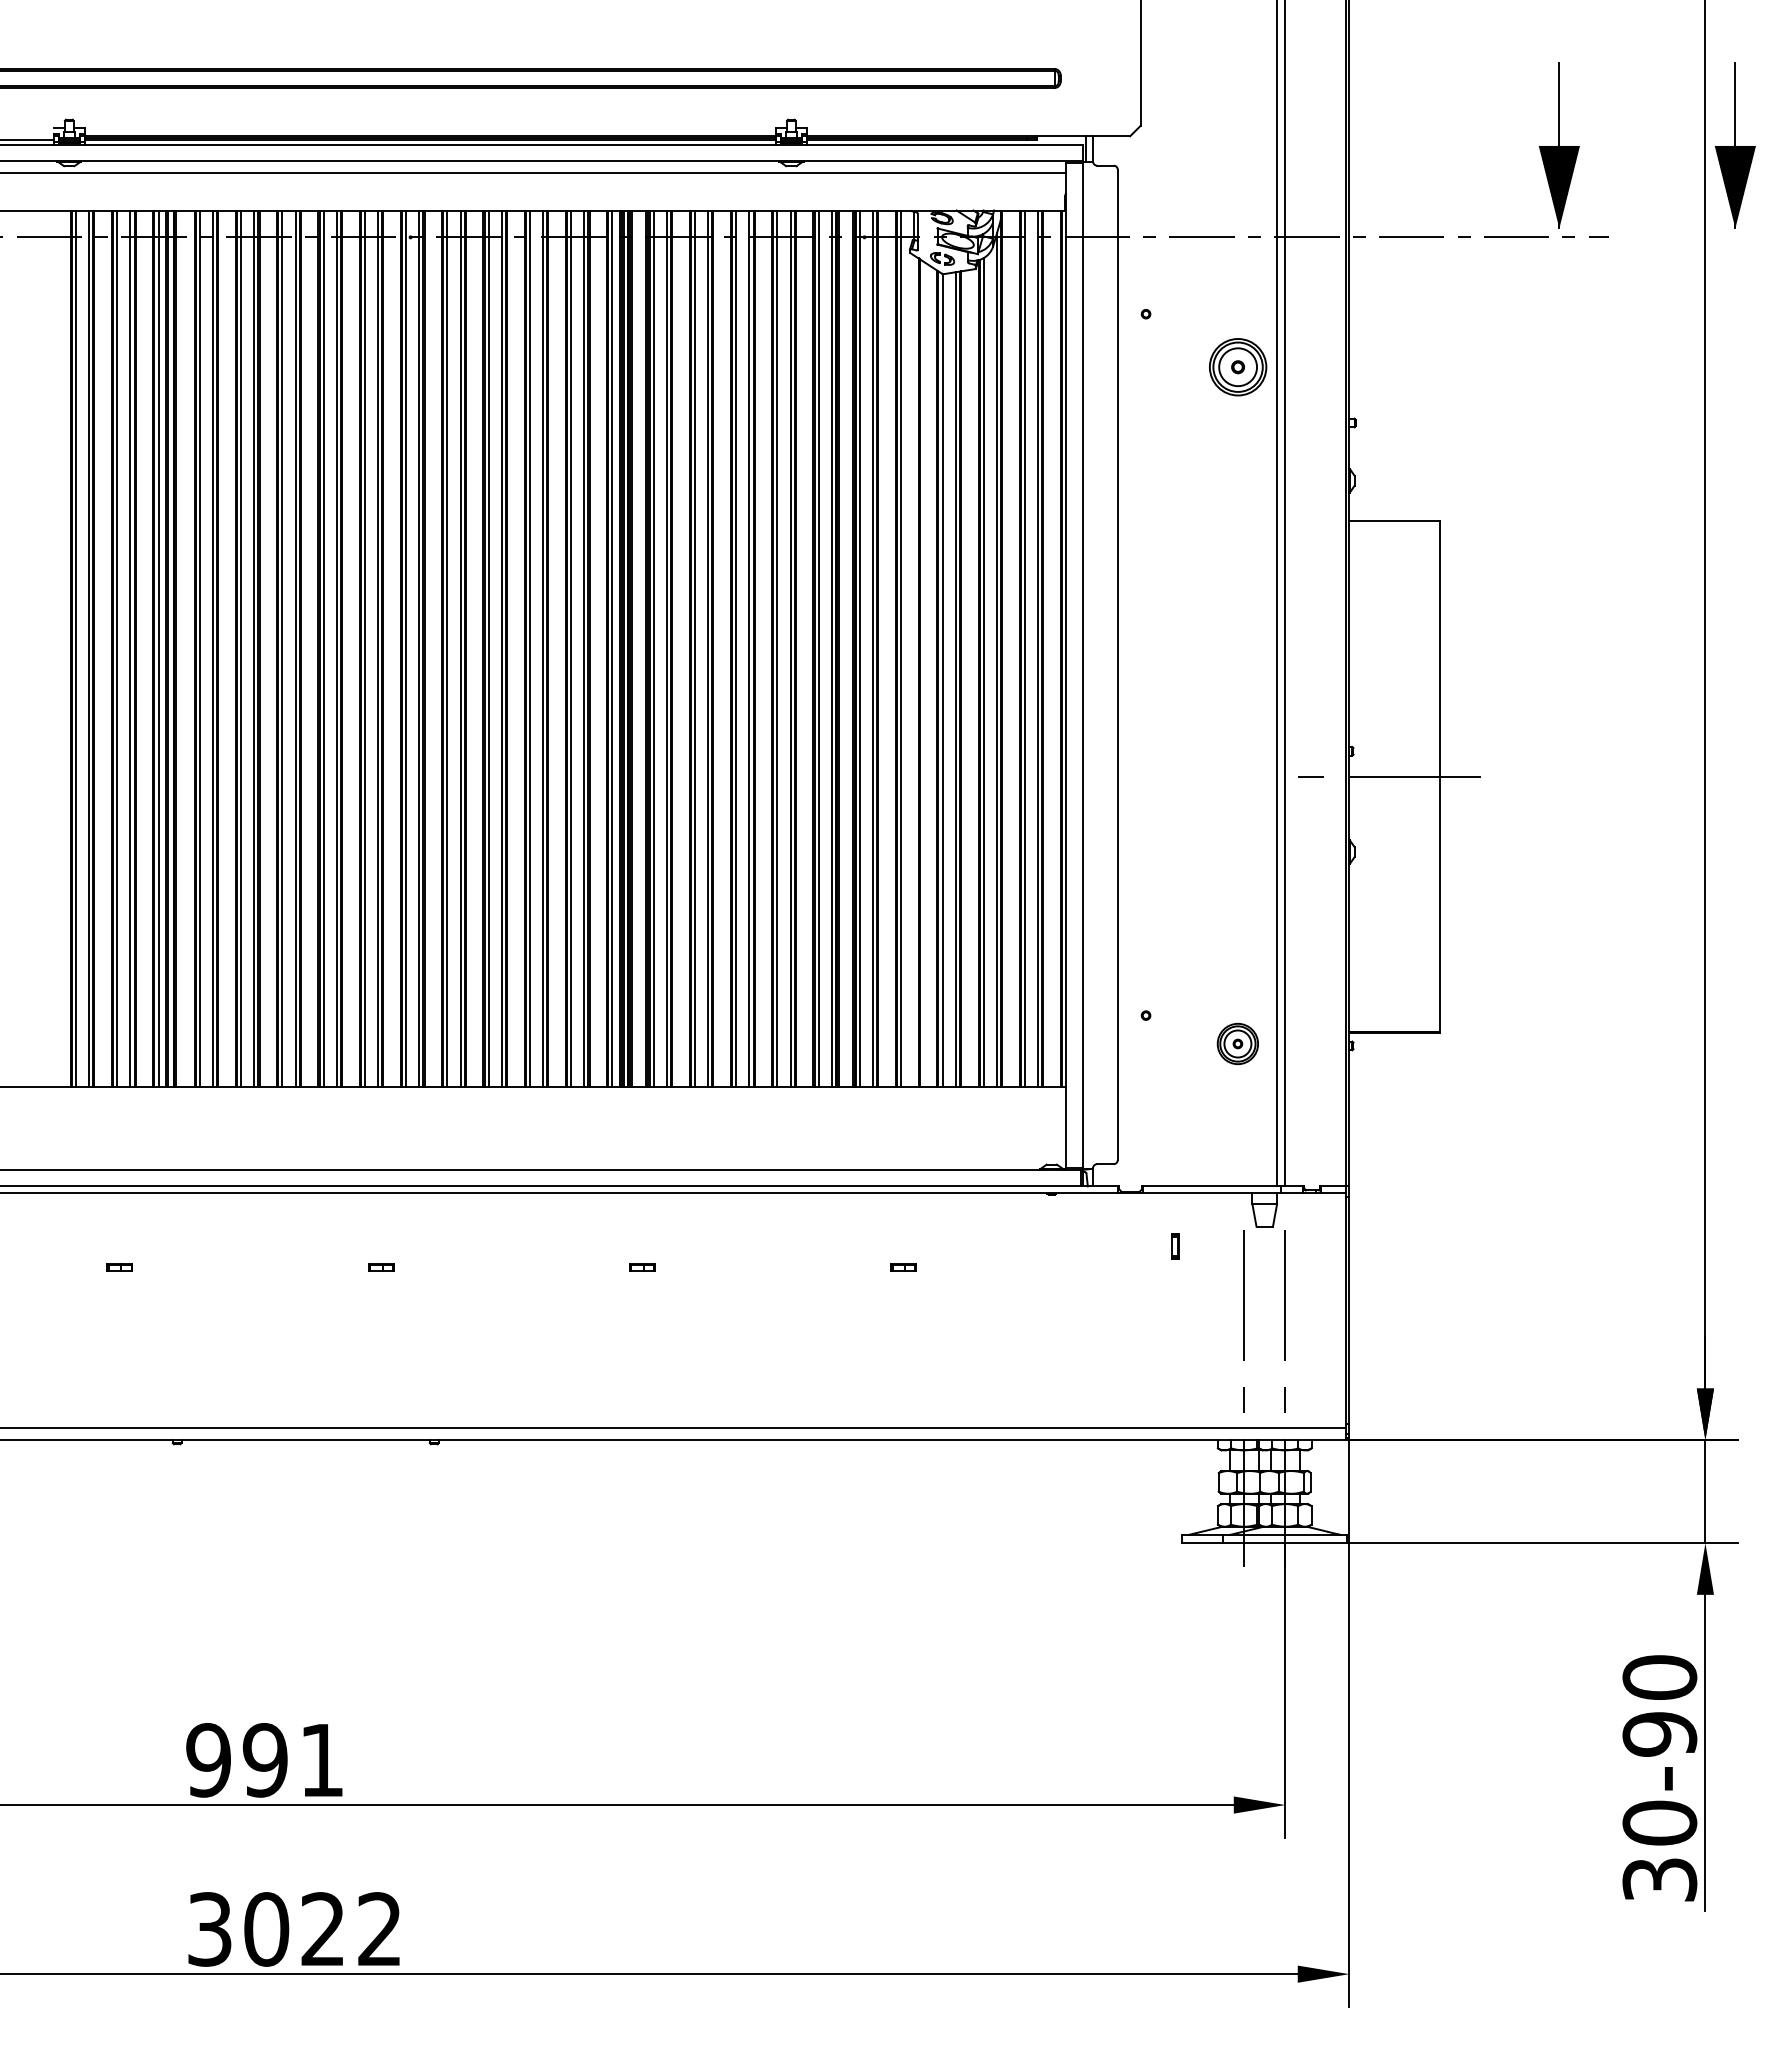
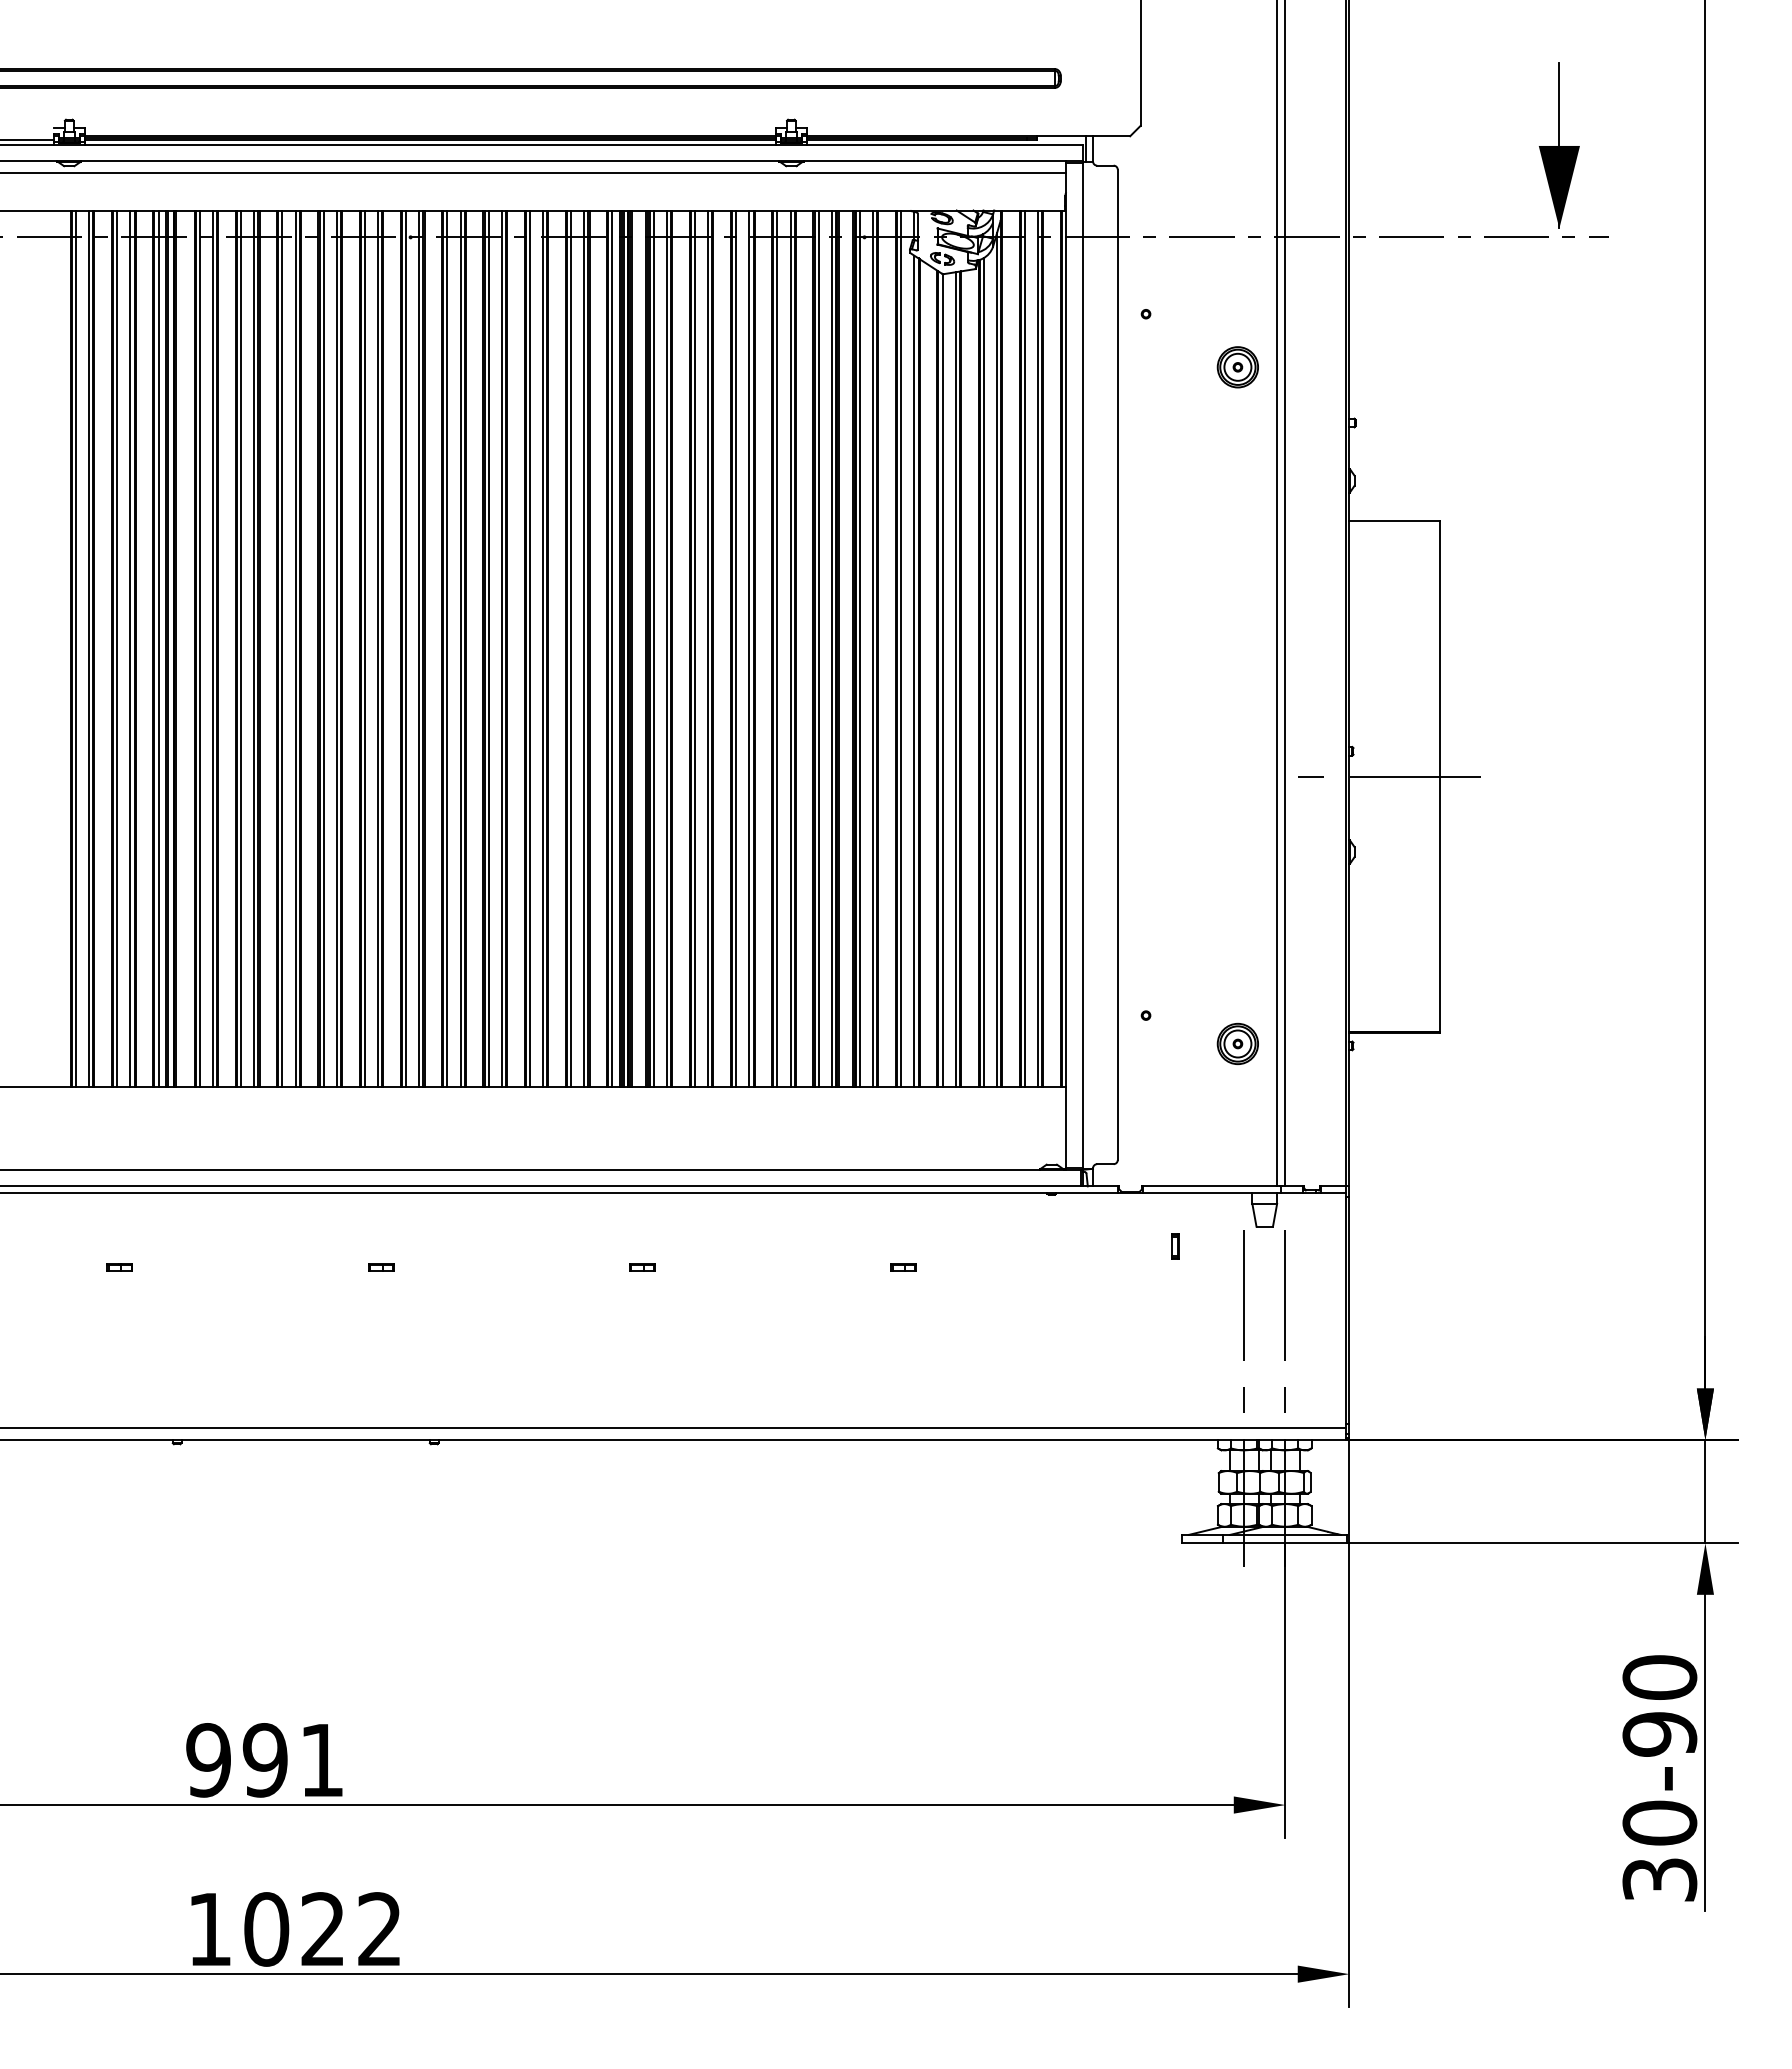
part at (1735, 145): present -> none
part at (1238, 367) size: 59x59 px -> 43x43 px
line at (914, 671): none -> present
text at (209, 1929): 3022 -> 1022
